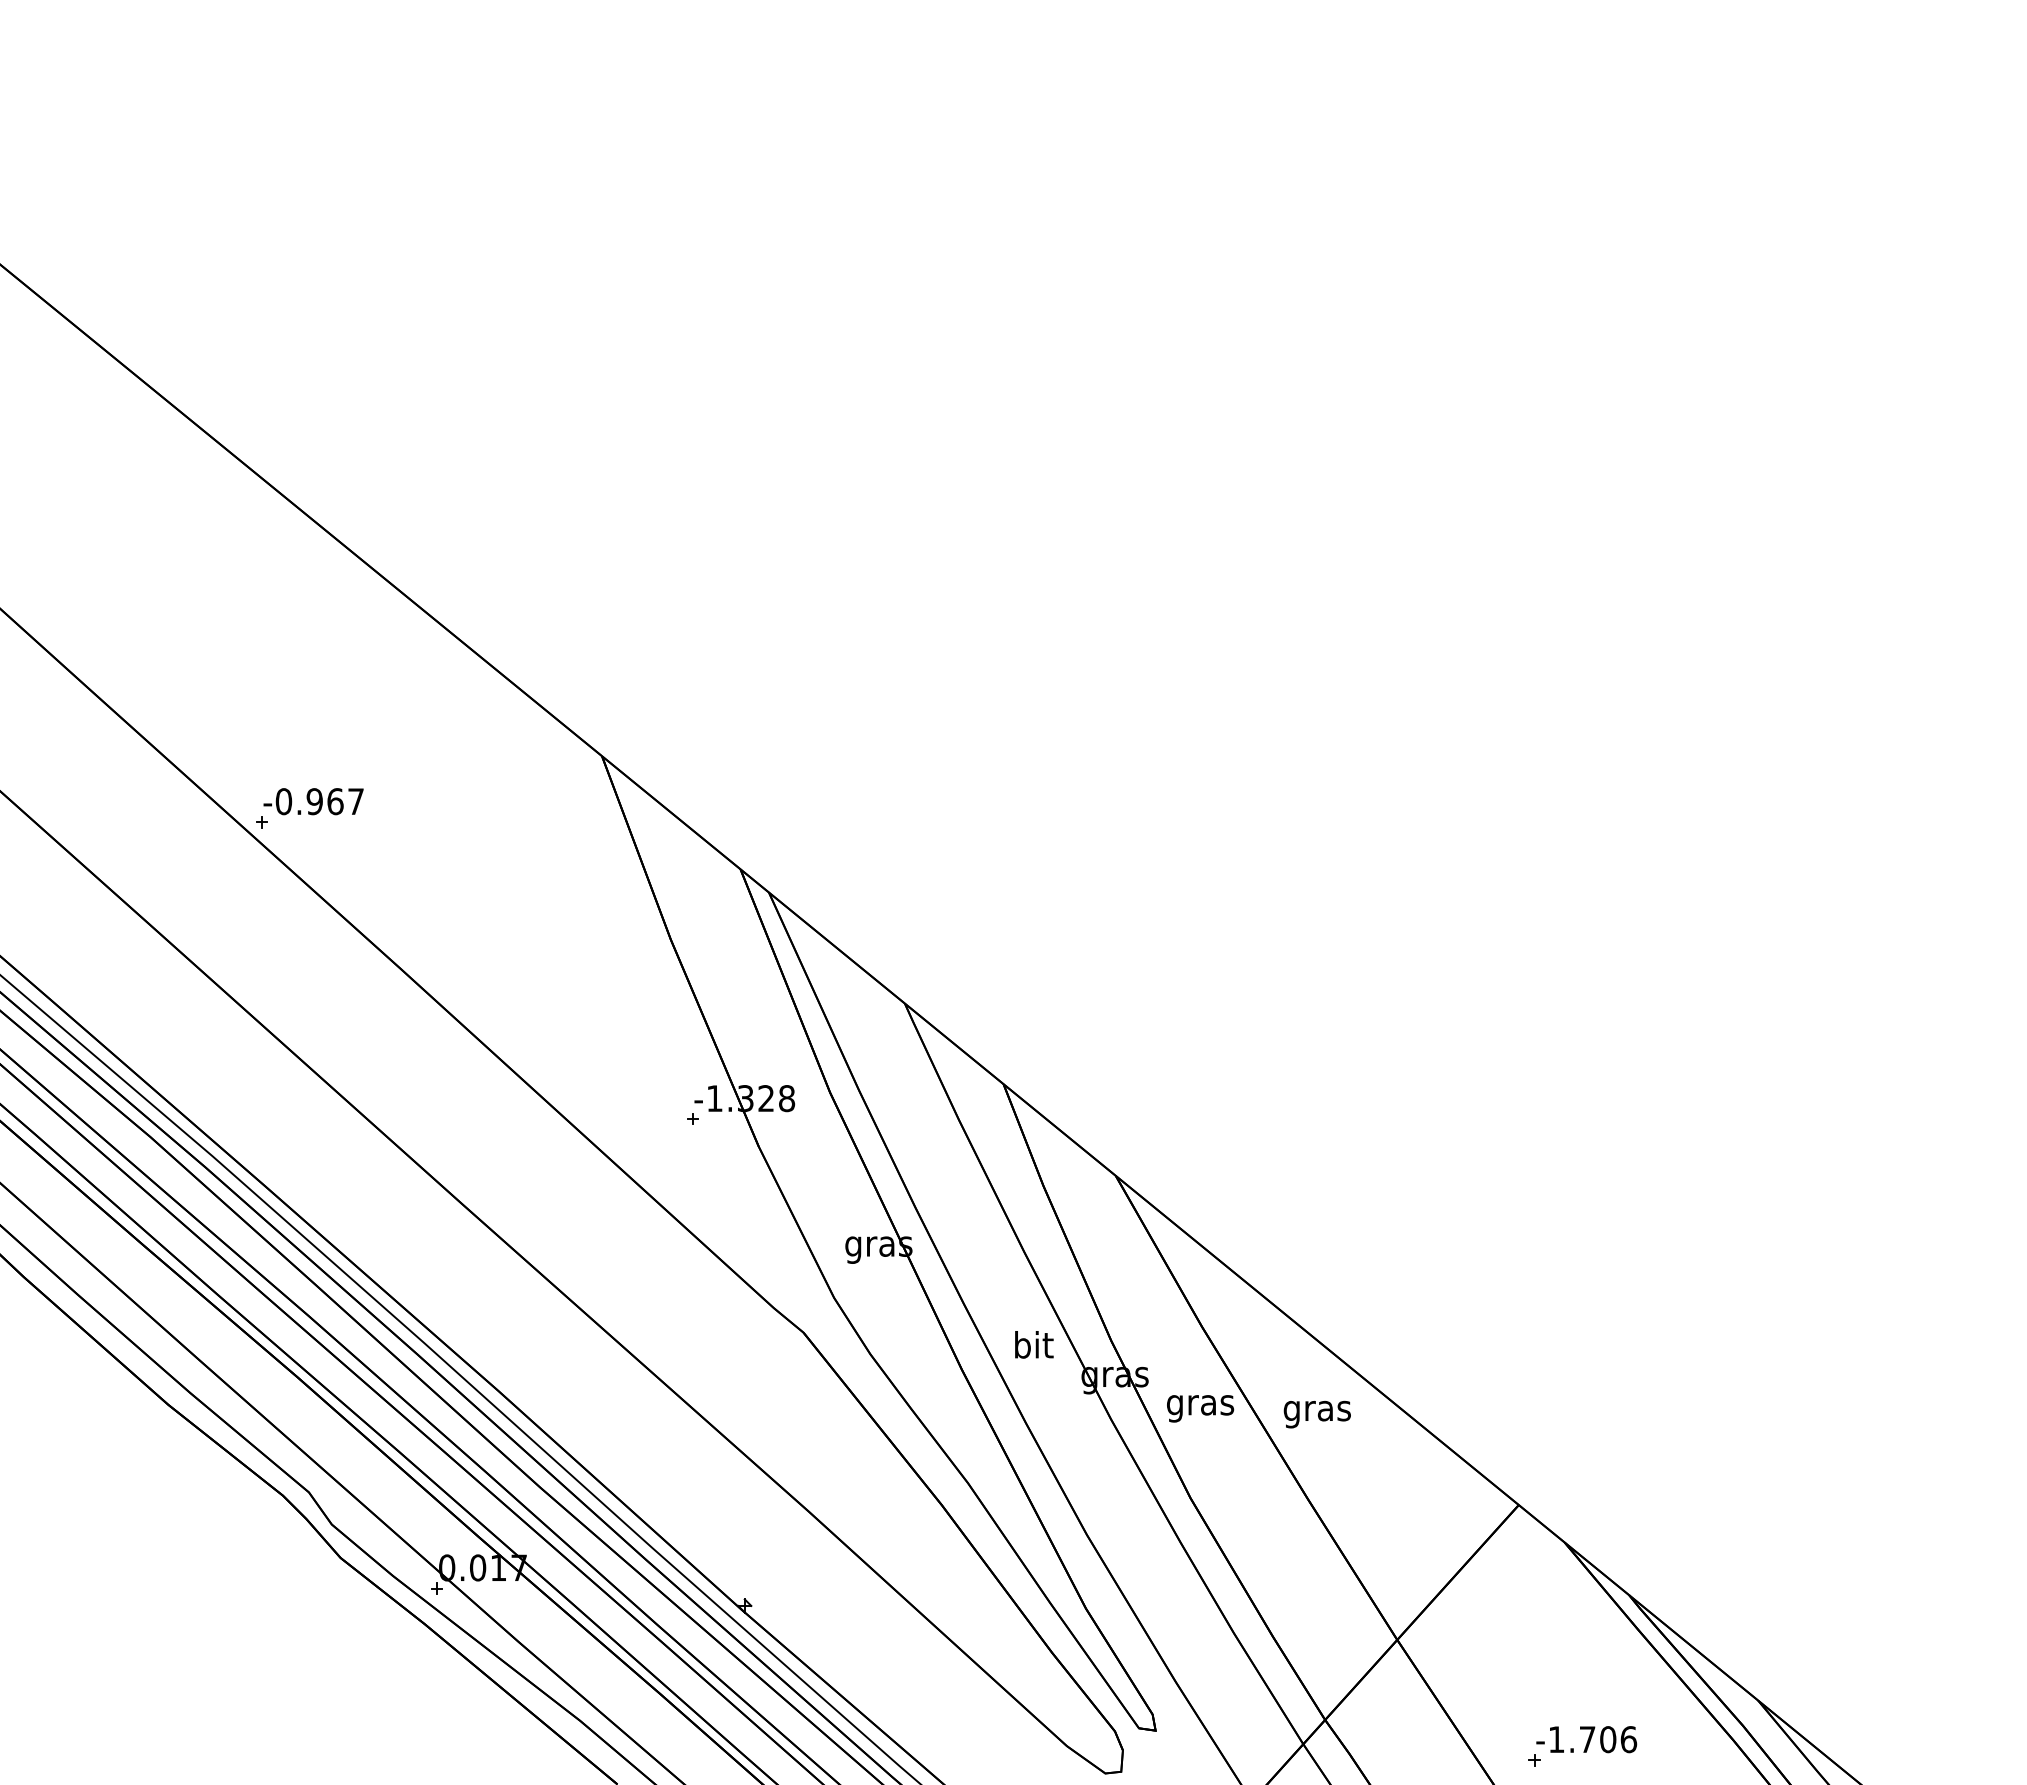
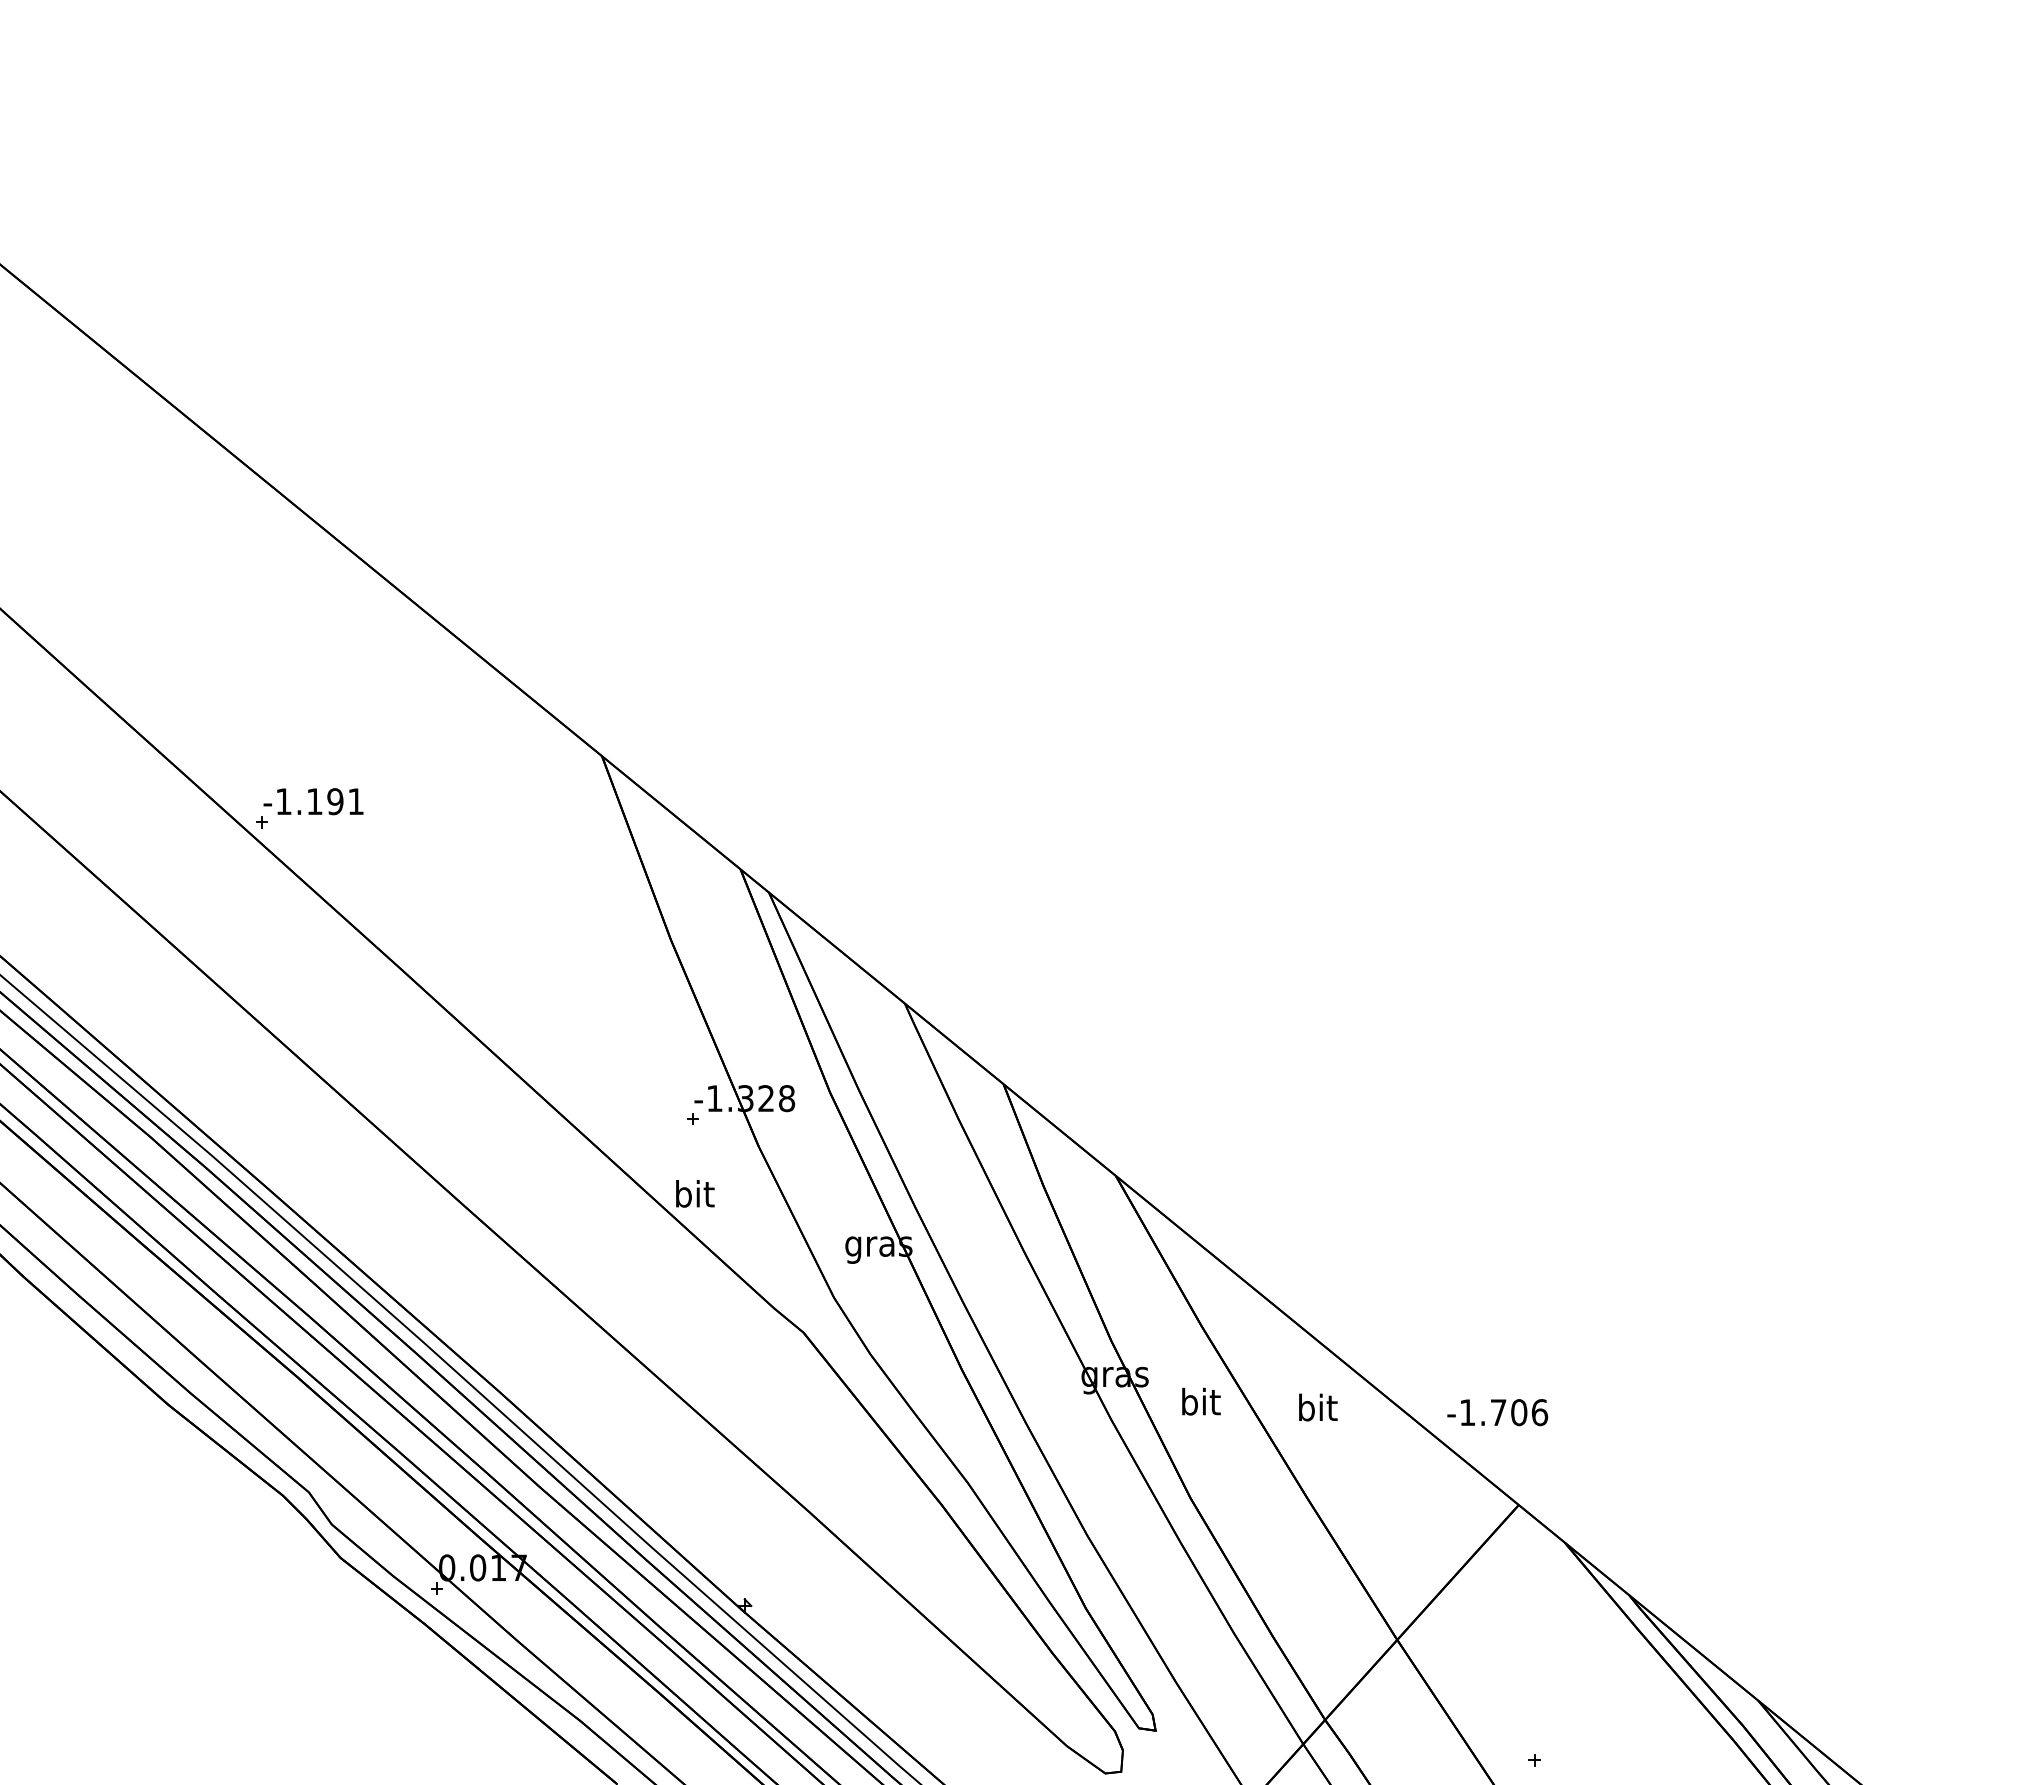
text at (319, 801): -0.967 -> -1.191
text at (1034, 1344) position: (1034, 1344) -> (695, 1193)
text at (1200, 1404): gras -> bit
text at (1316, 1410): gras -> bit
text at (1586, 1739) position: (1586, 1739) -> (1497, 1412)
